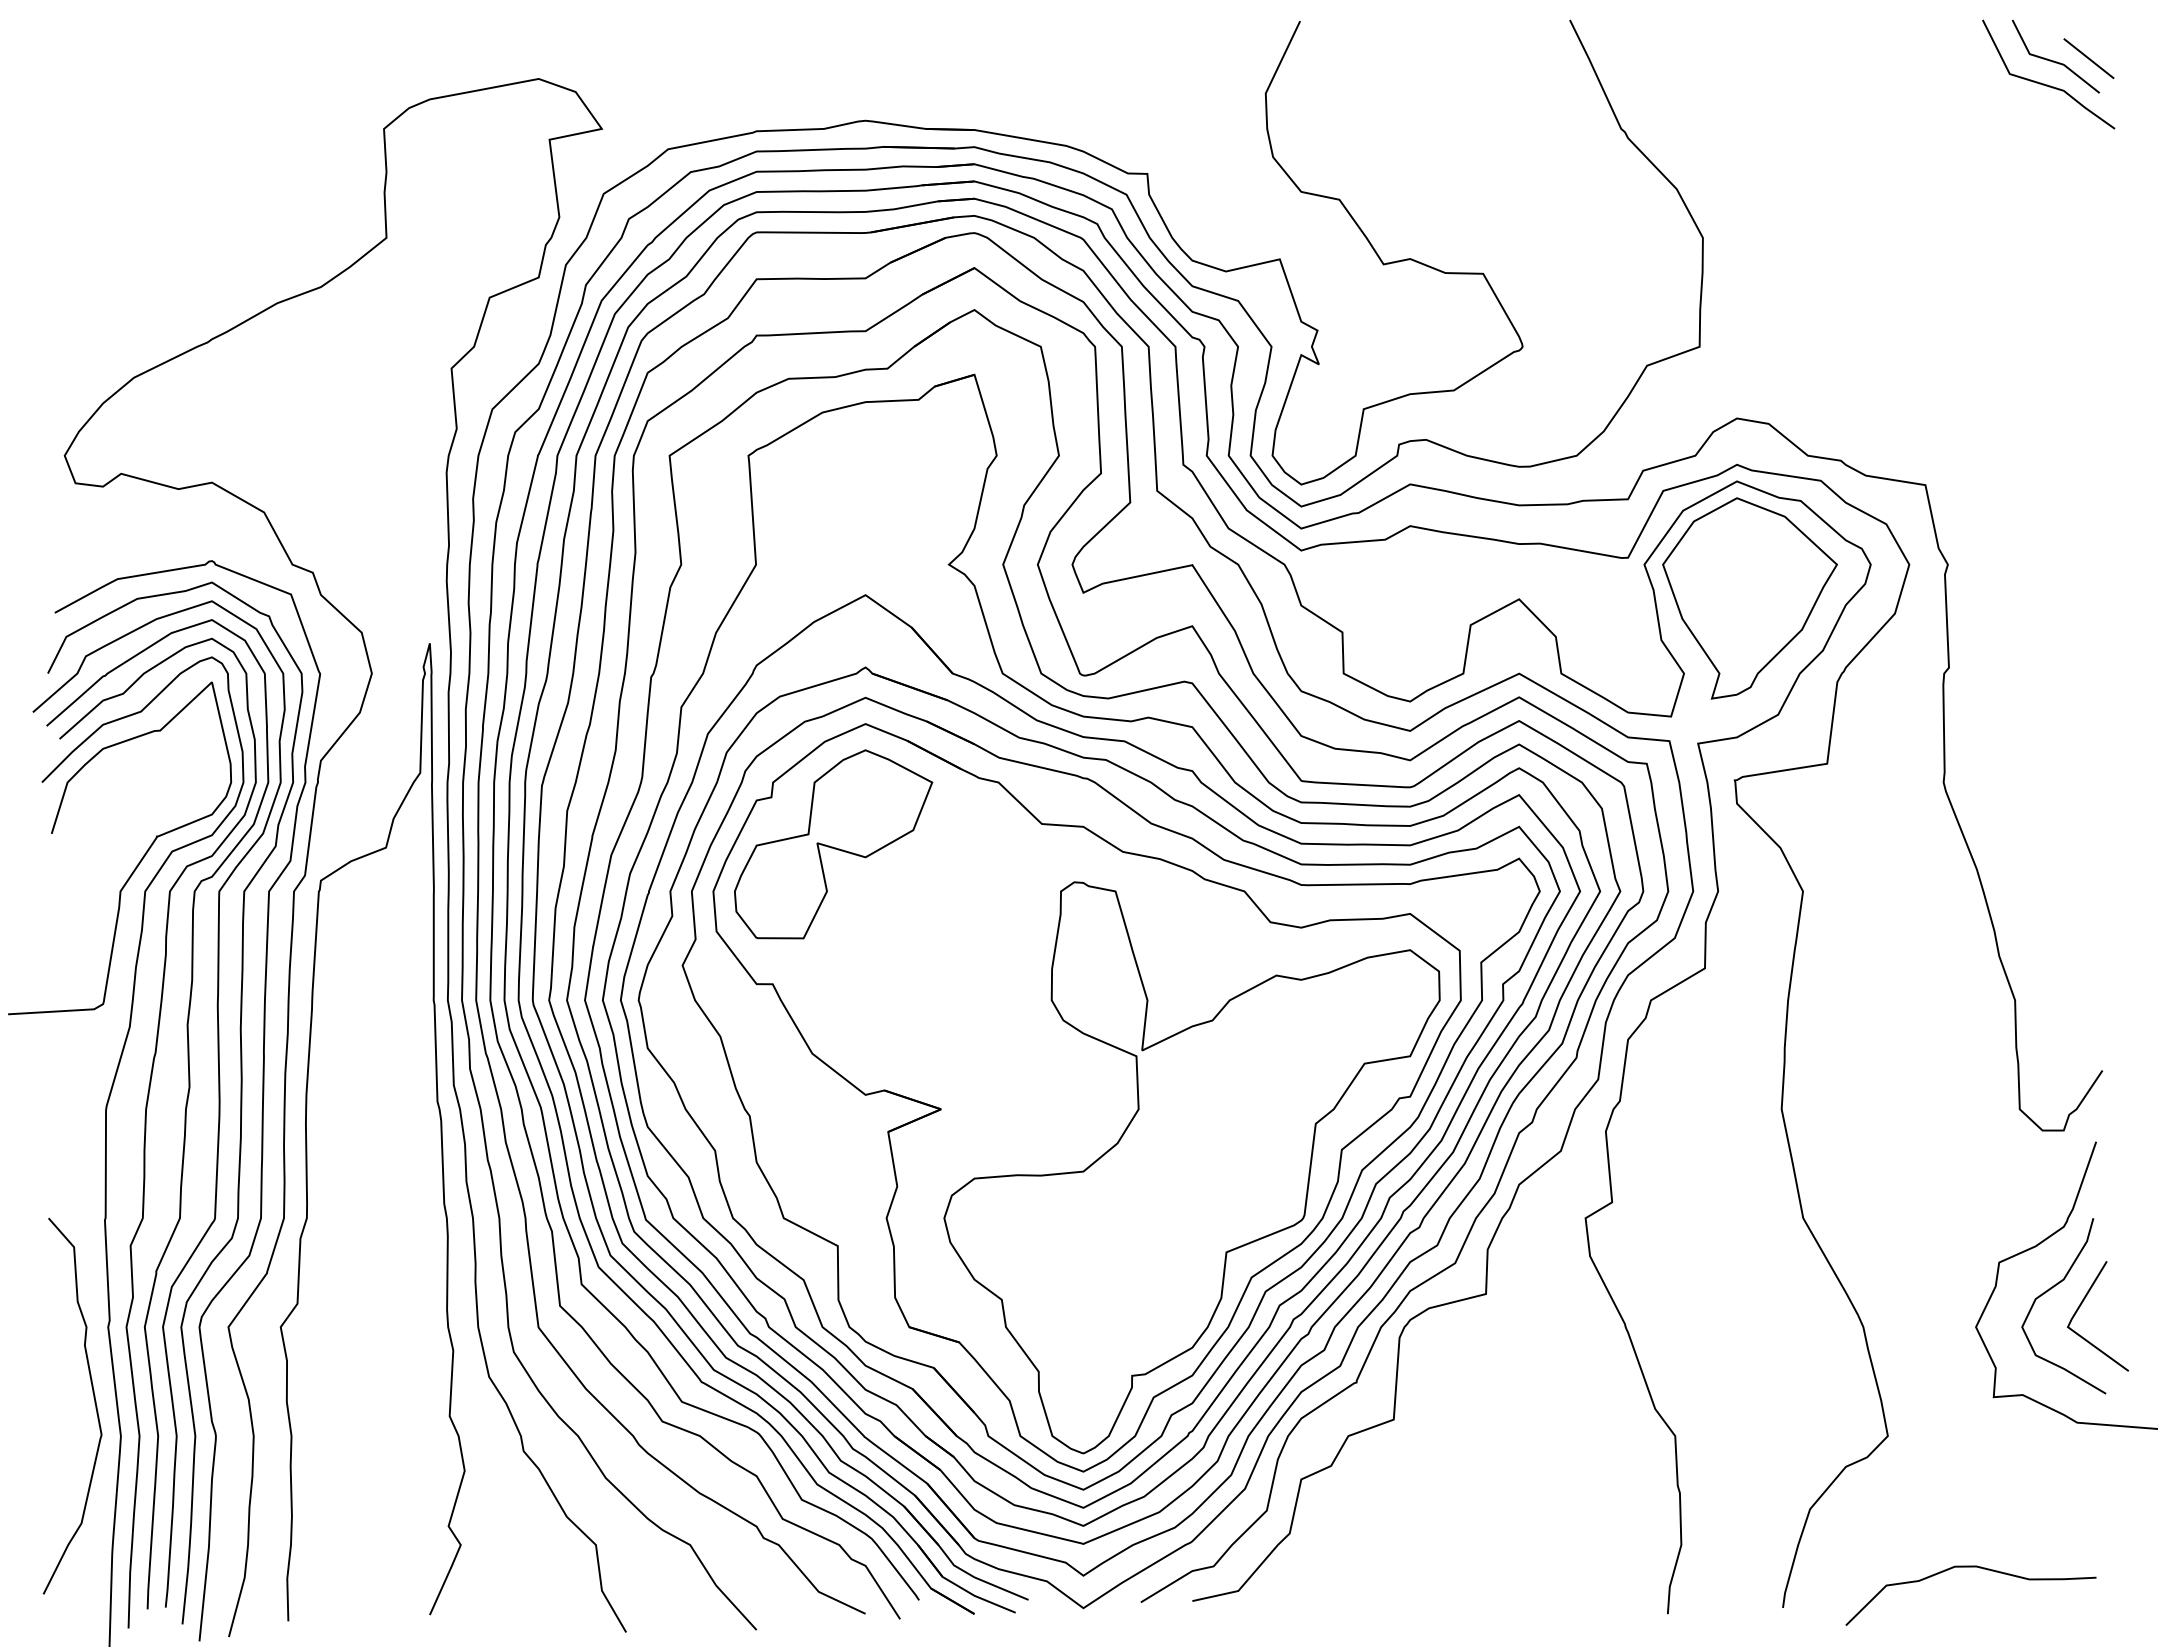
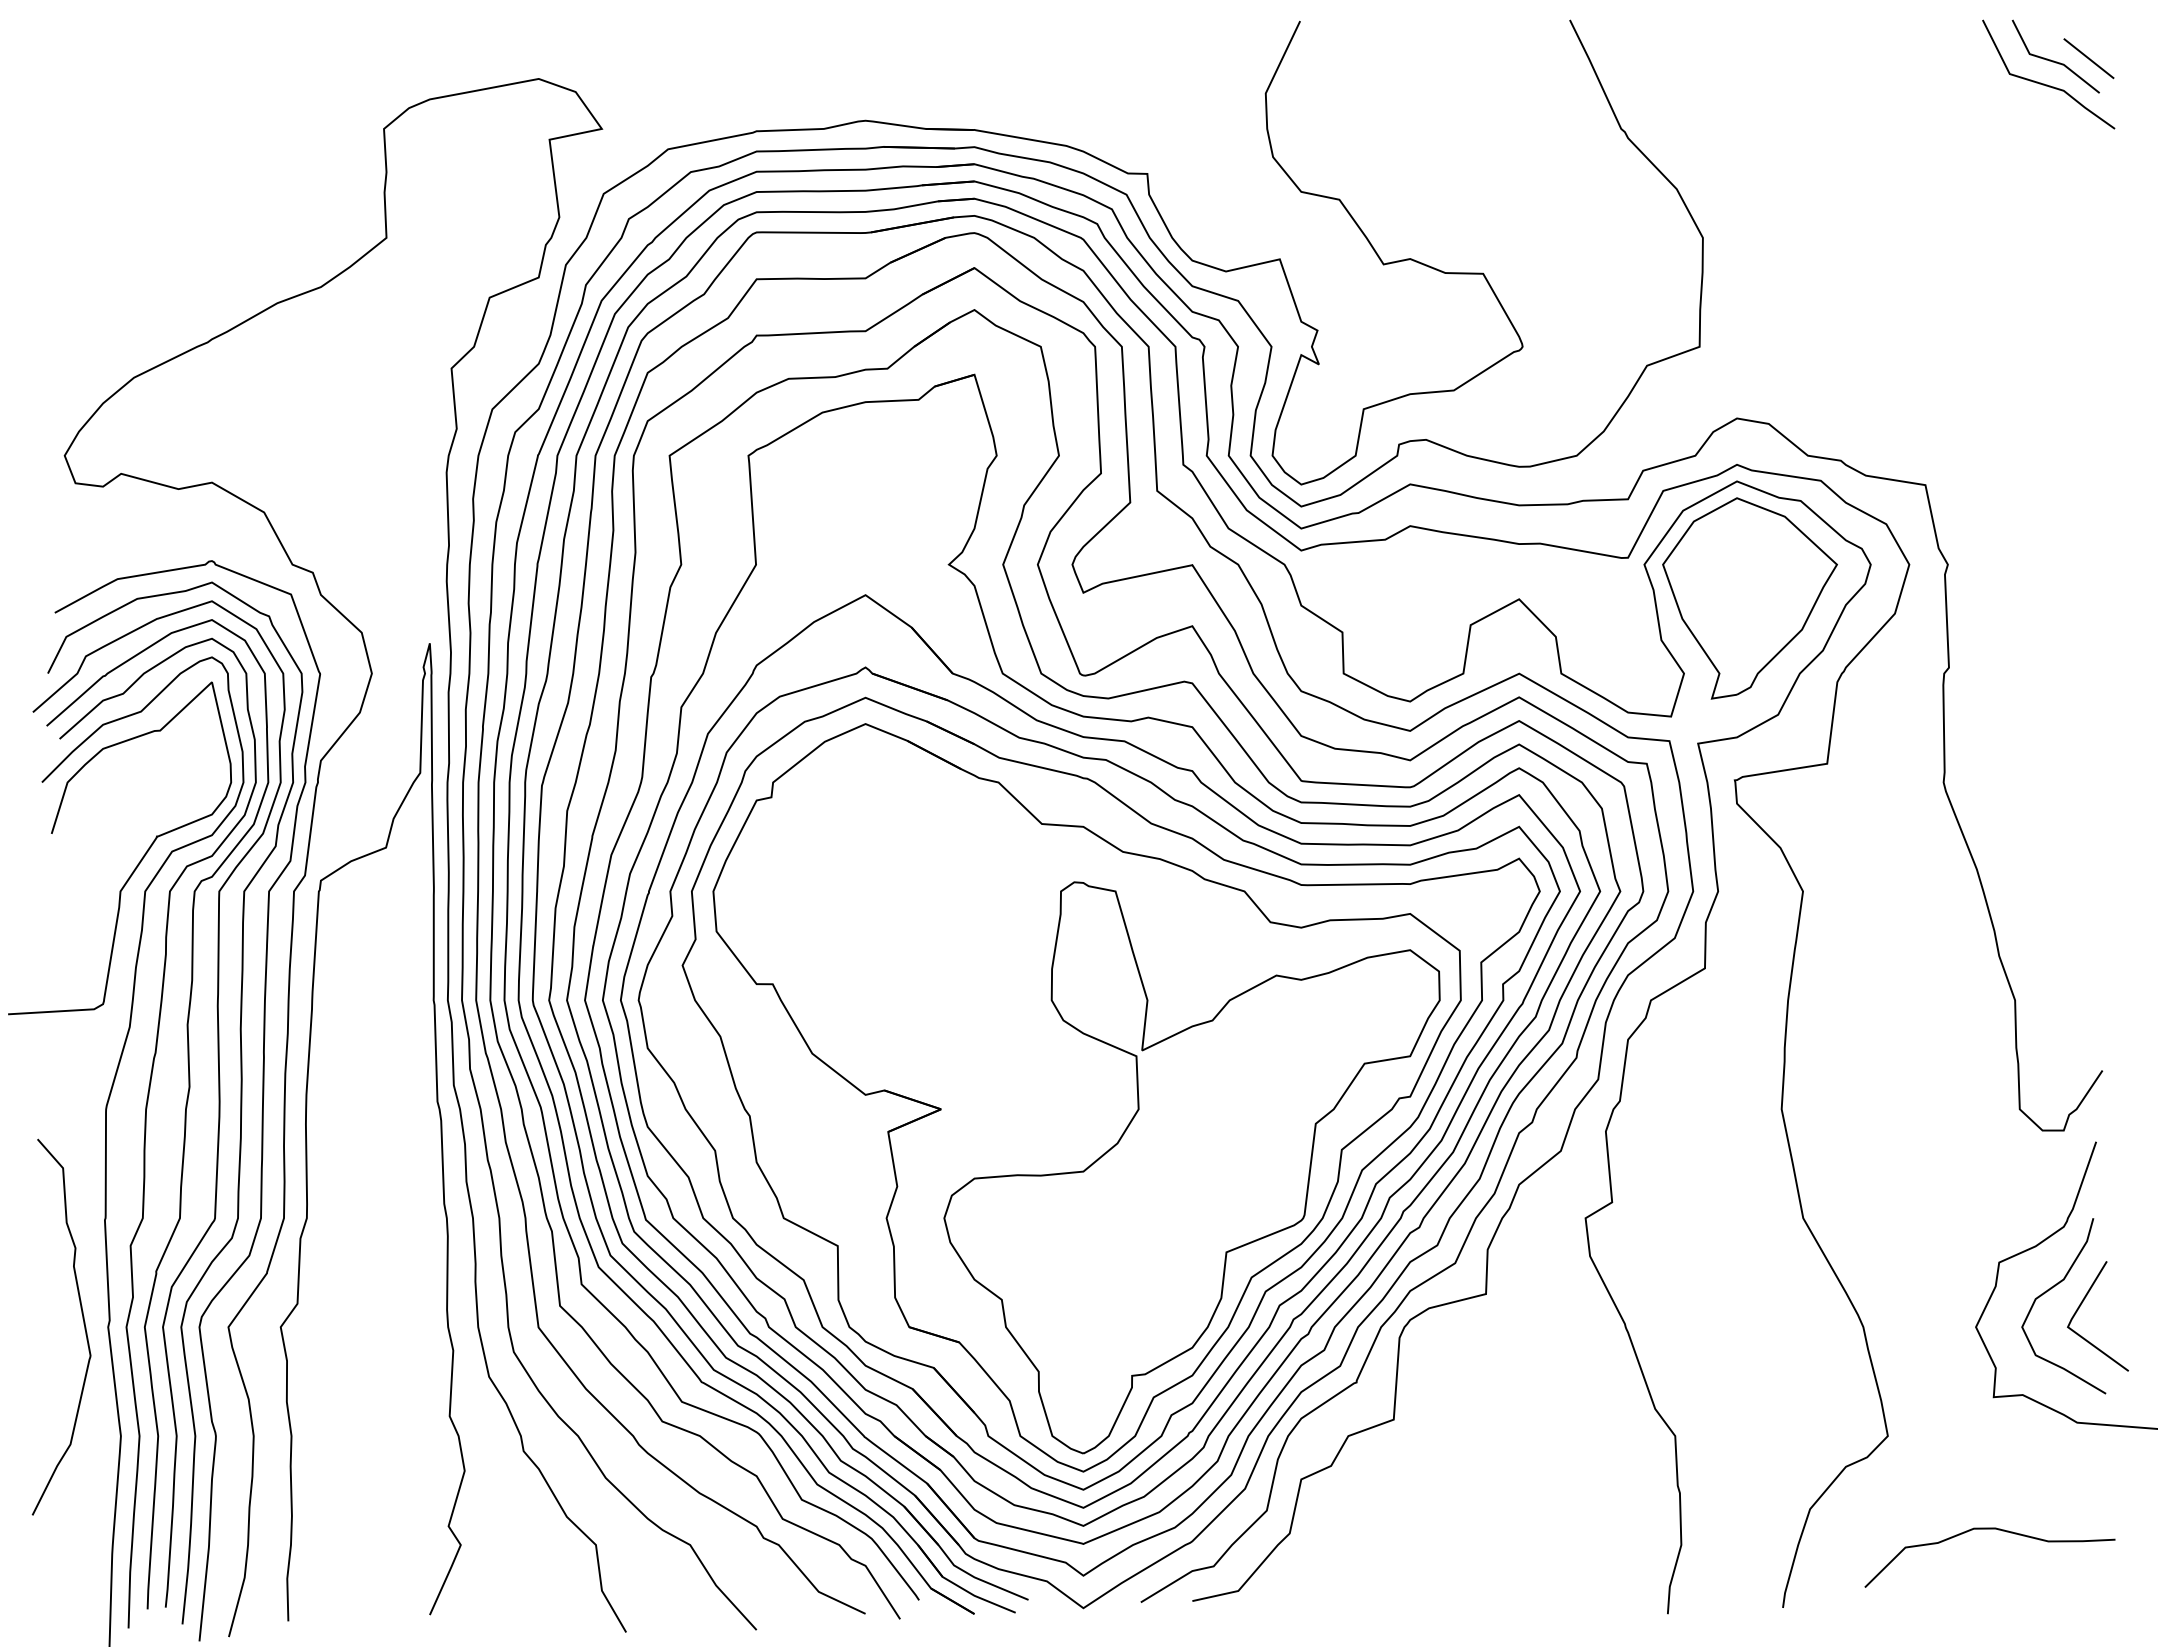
part at (833, 844): present -> none
curve at (94, 1403) position: (94, 1403) -> (83, 1324)
curve at (1970, 1567) position: (1970, 1567) -> (1989, 1529)
